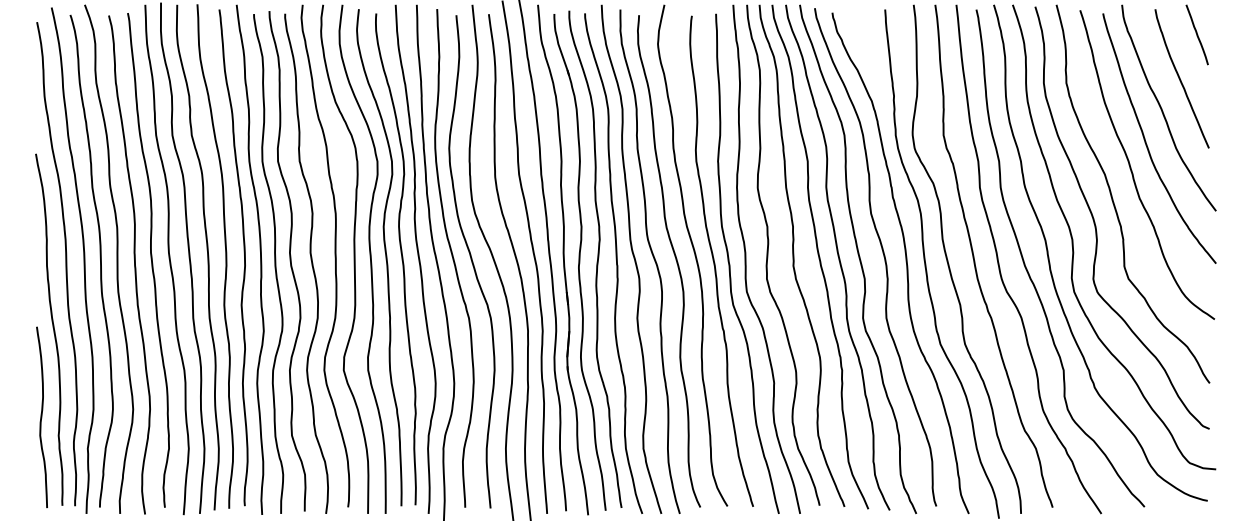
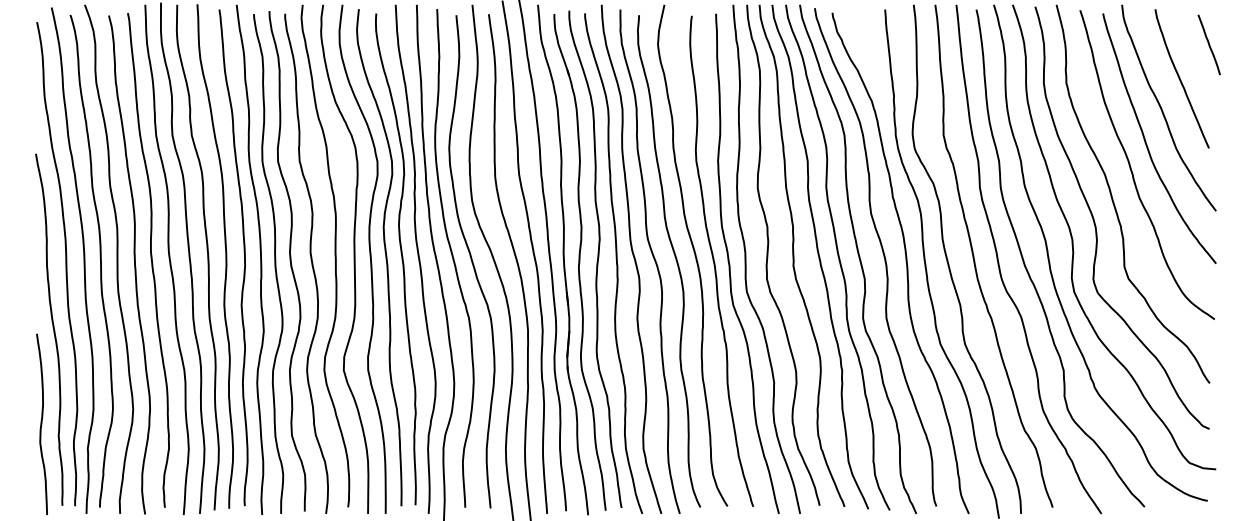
line at (1196, 34) position: (1196, 34) -> (1208, 44)
curve at (41, 416) position: (41, 416) -> (41, 423)
